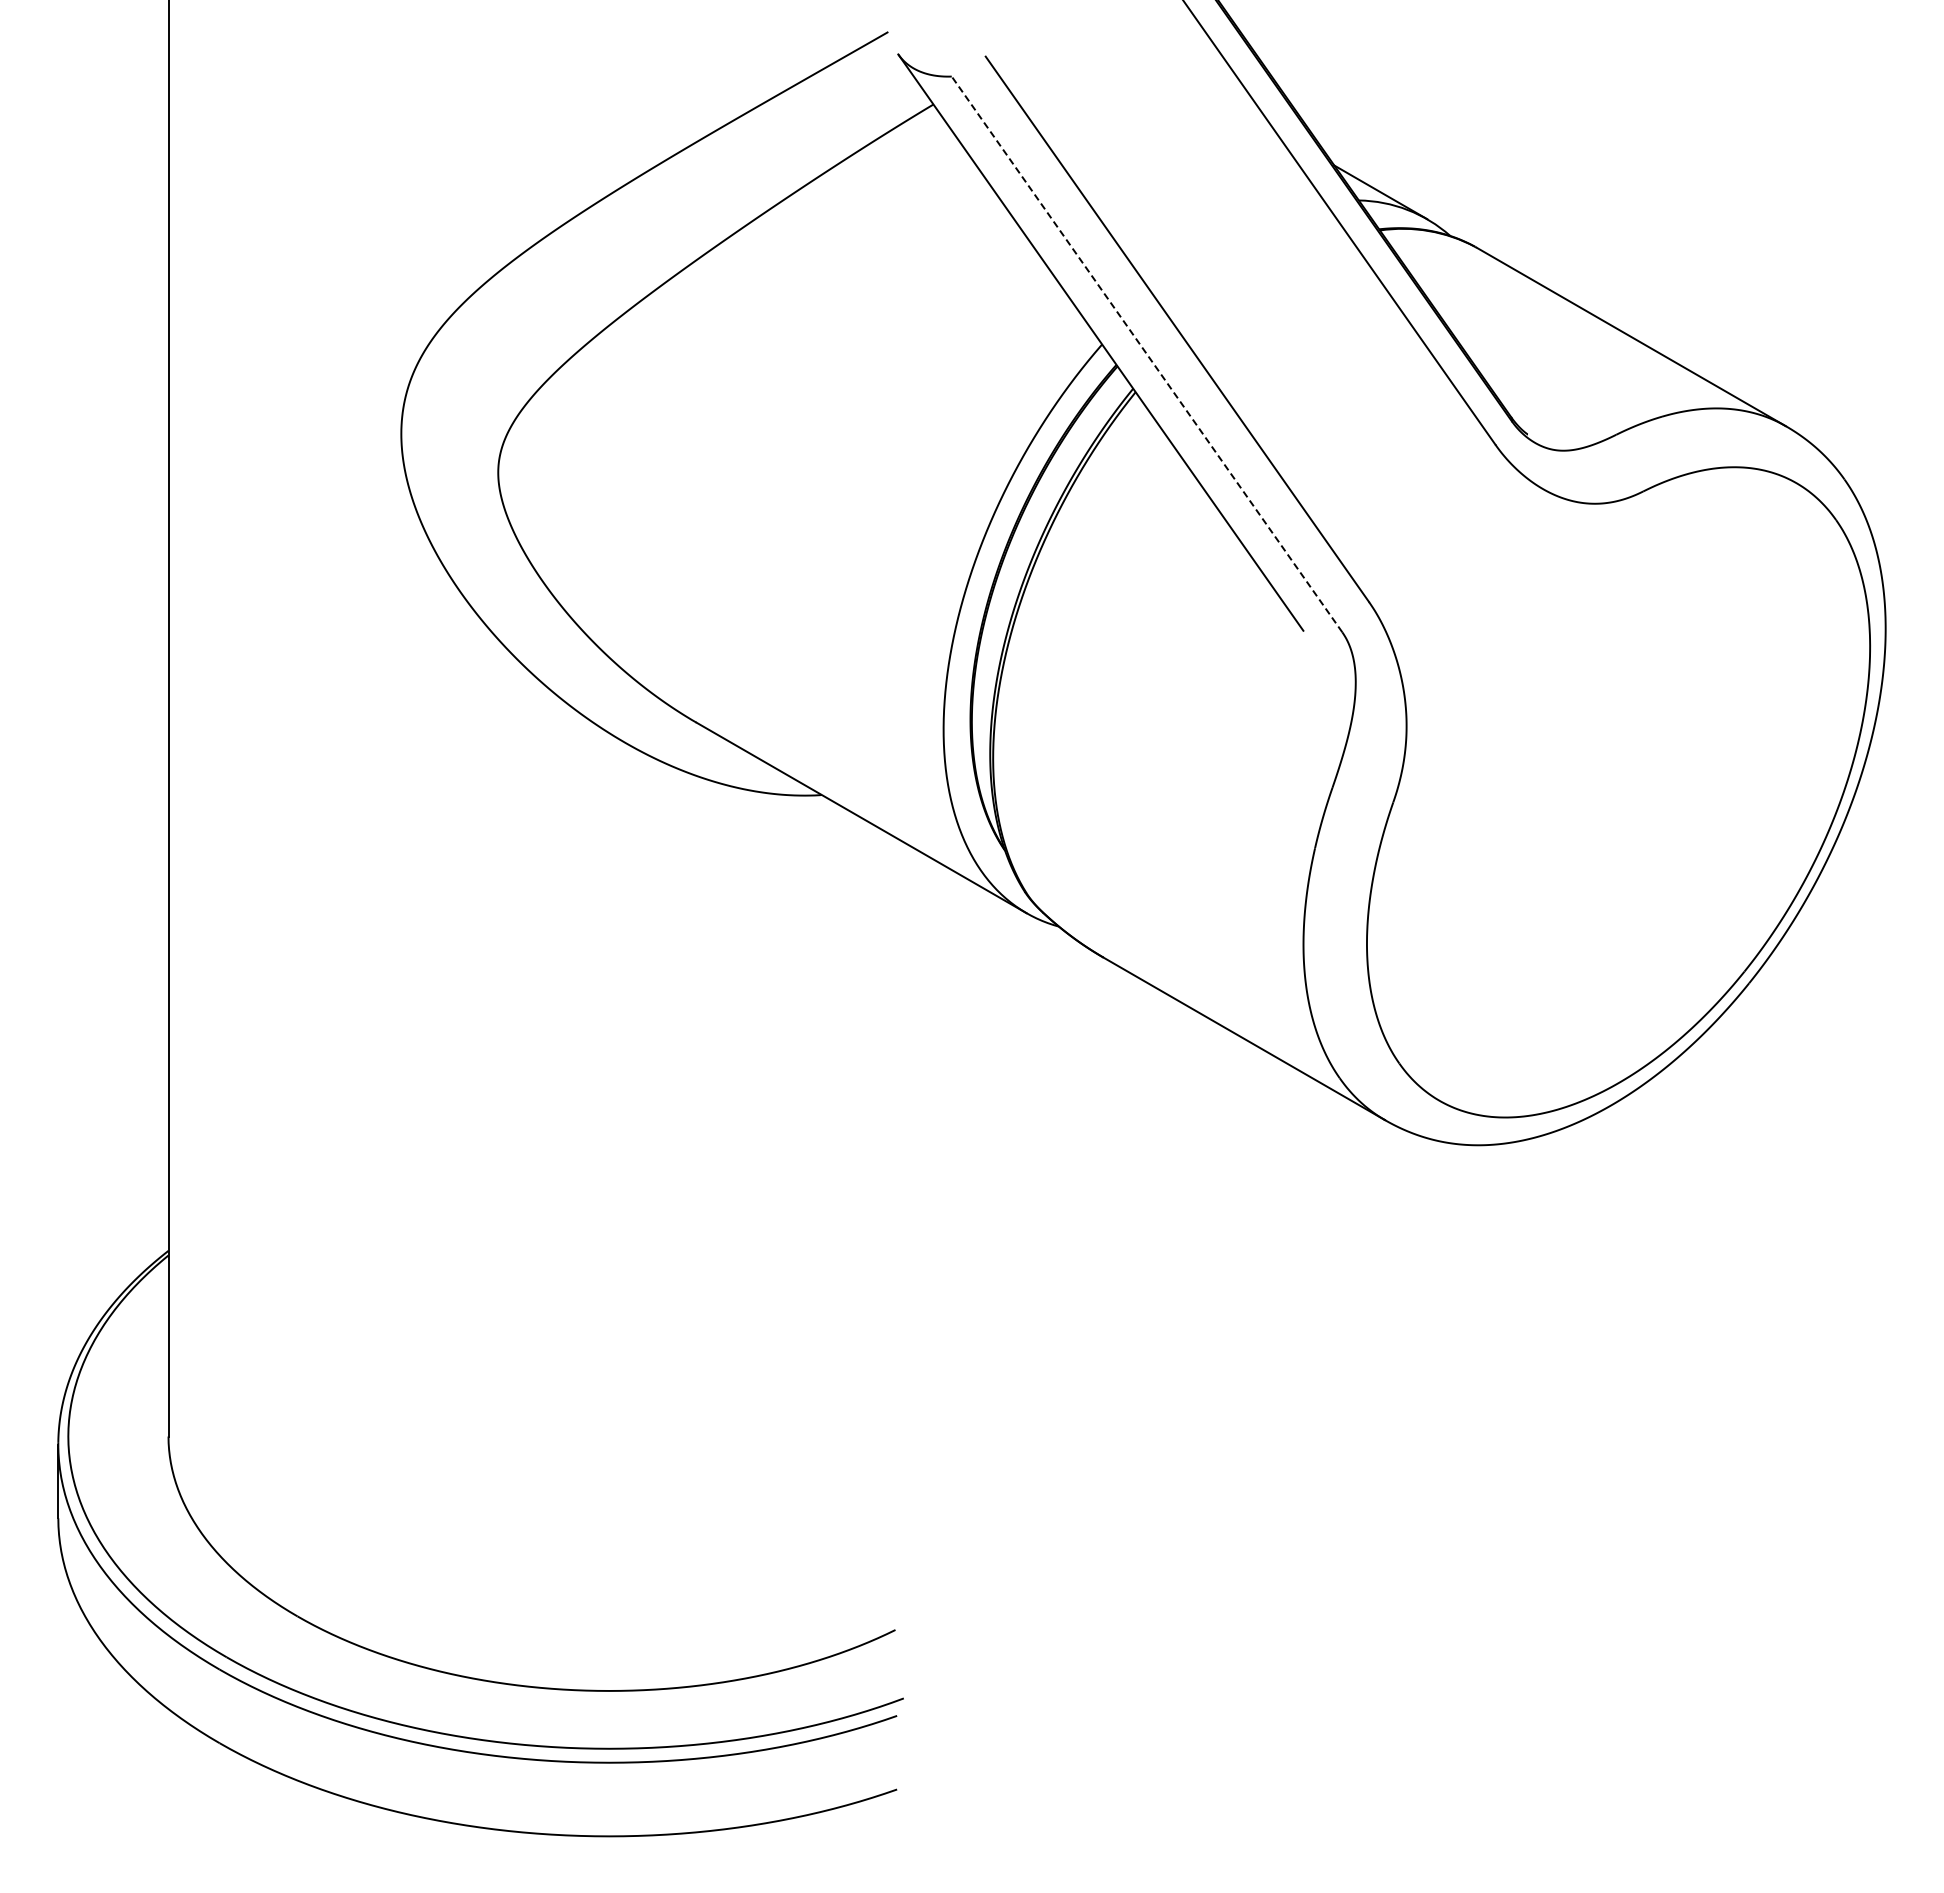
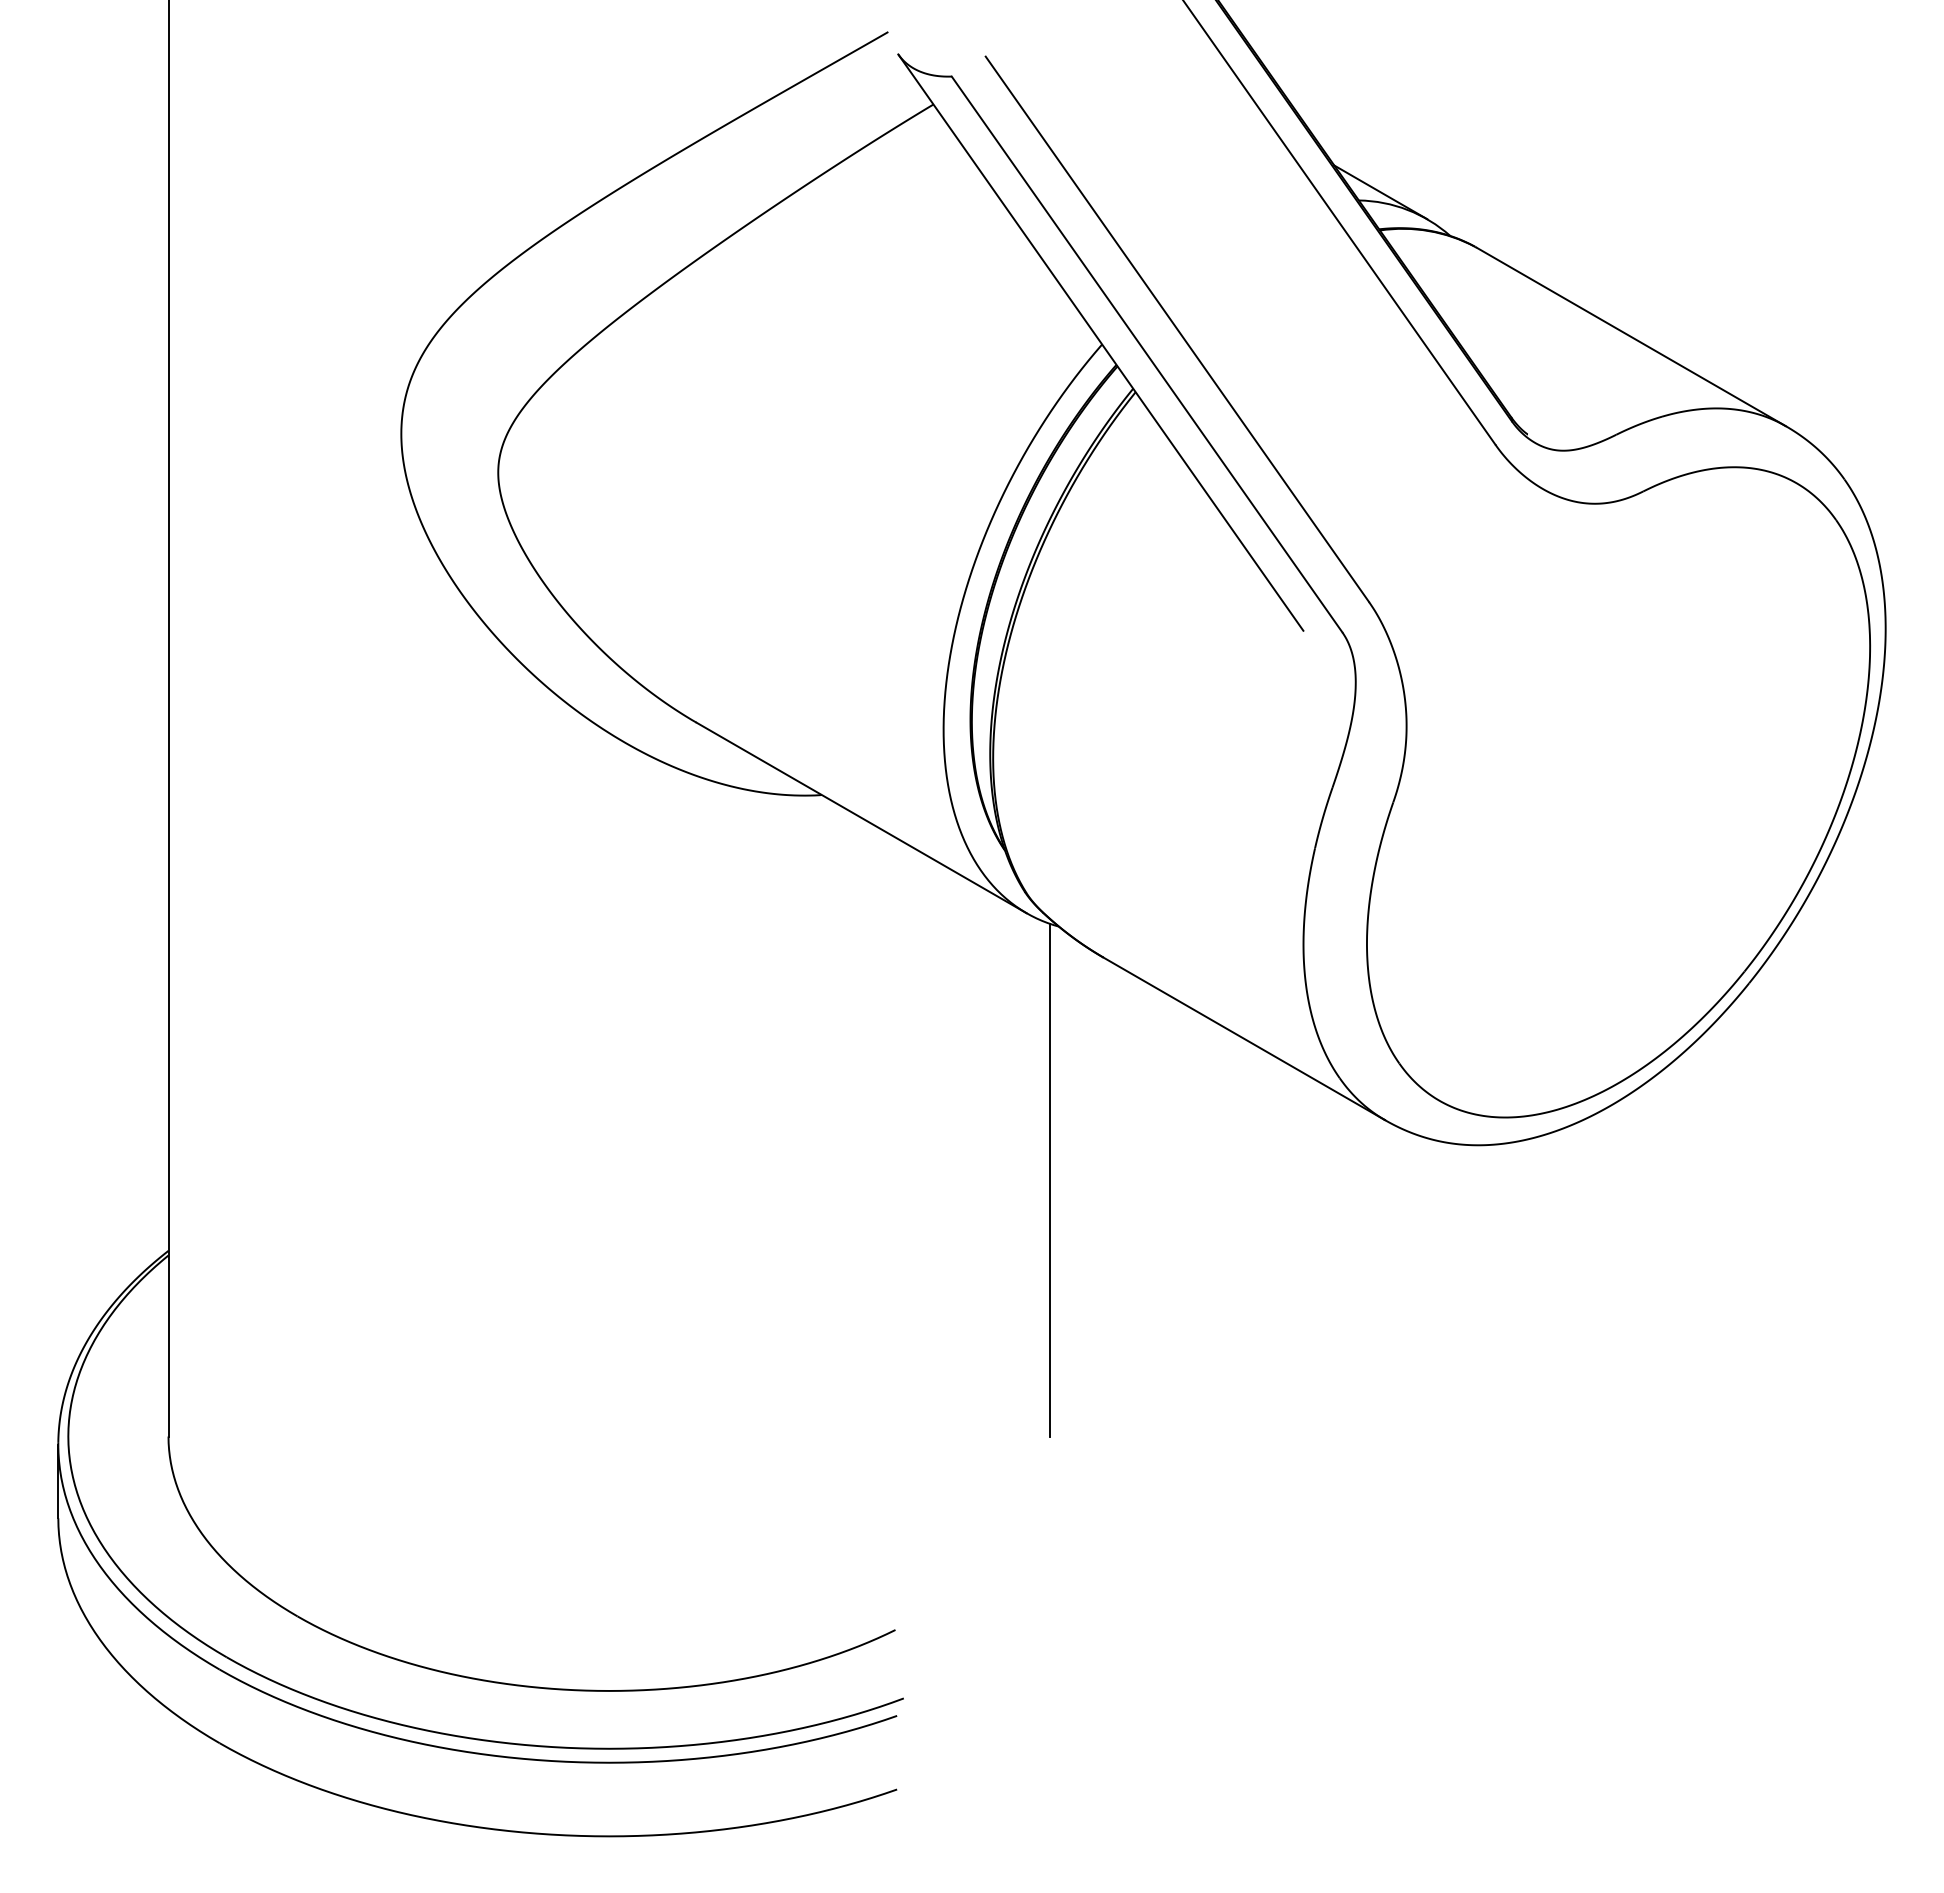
line at (1147, 354): dashed -> solid
line at (1050, 1179): none -> present
